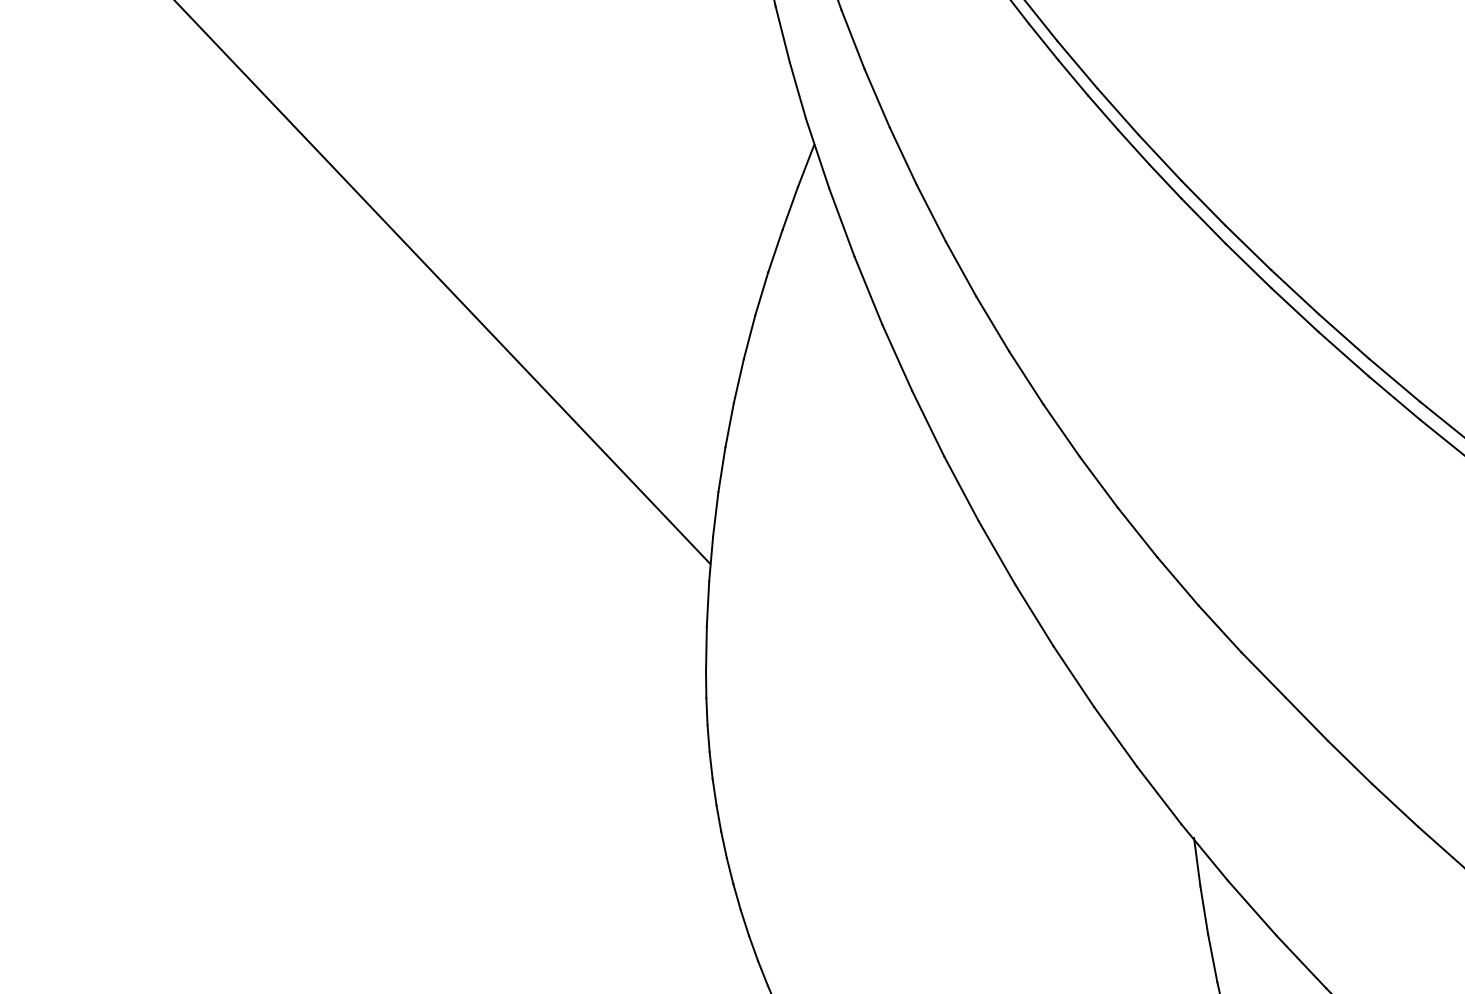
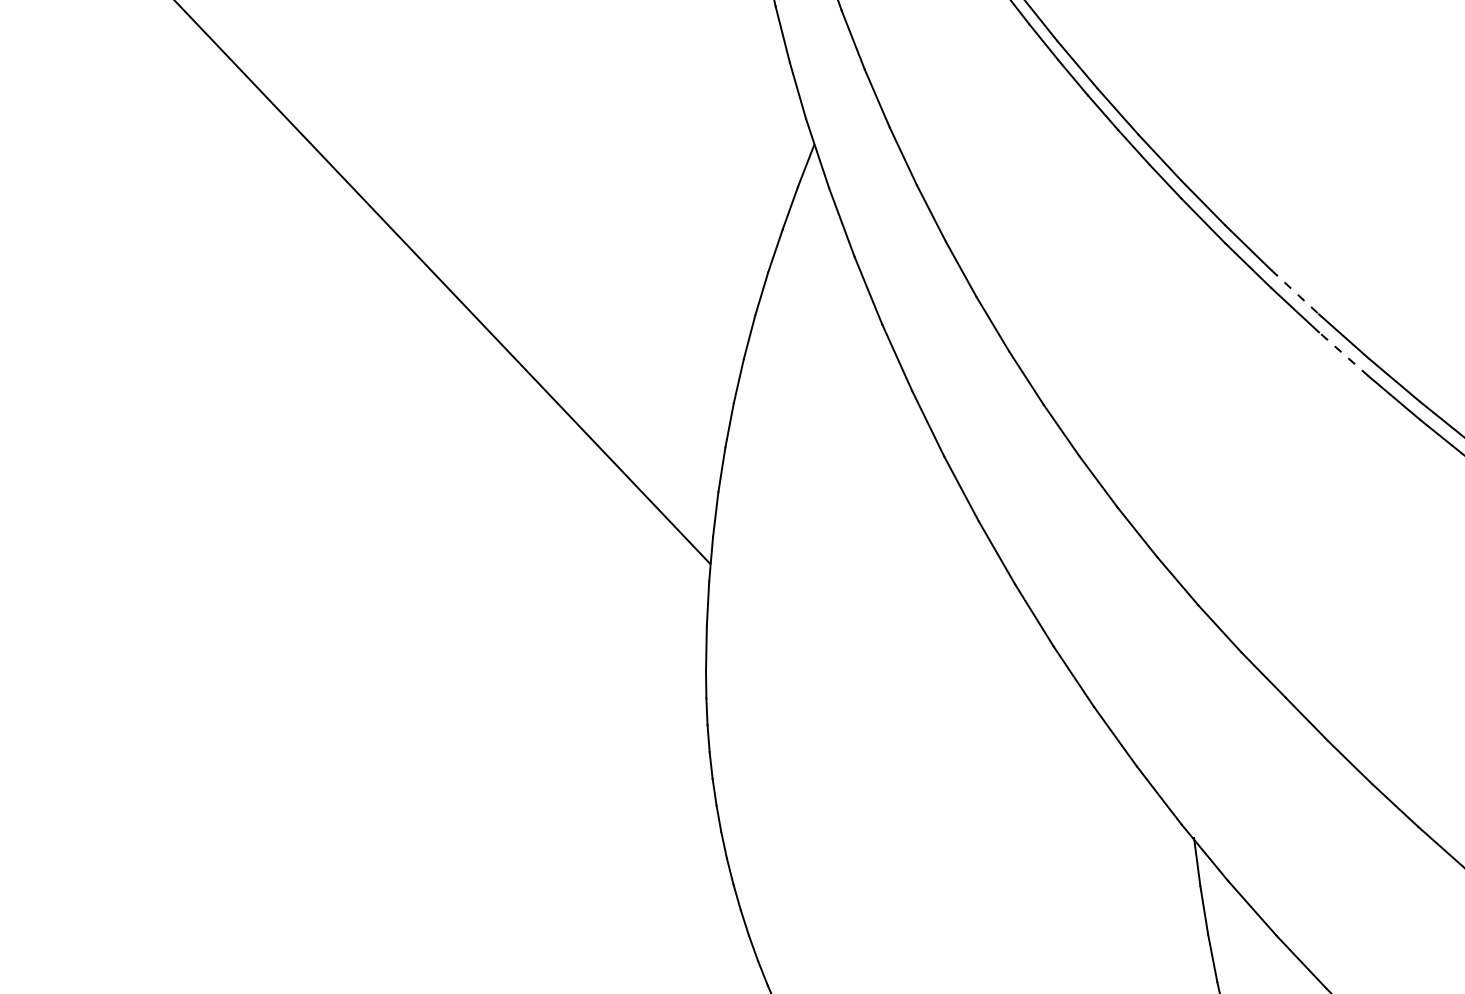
line at (1295, 292): solid -> dashed
line at (1343, 353): solid -> dashed
